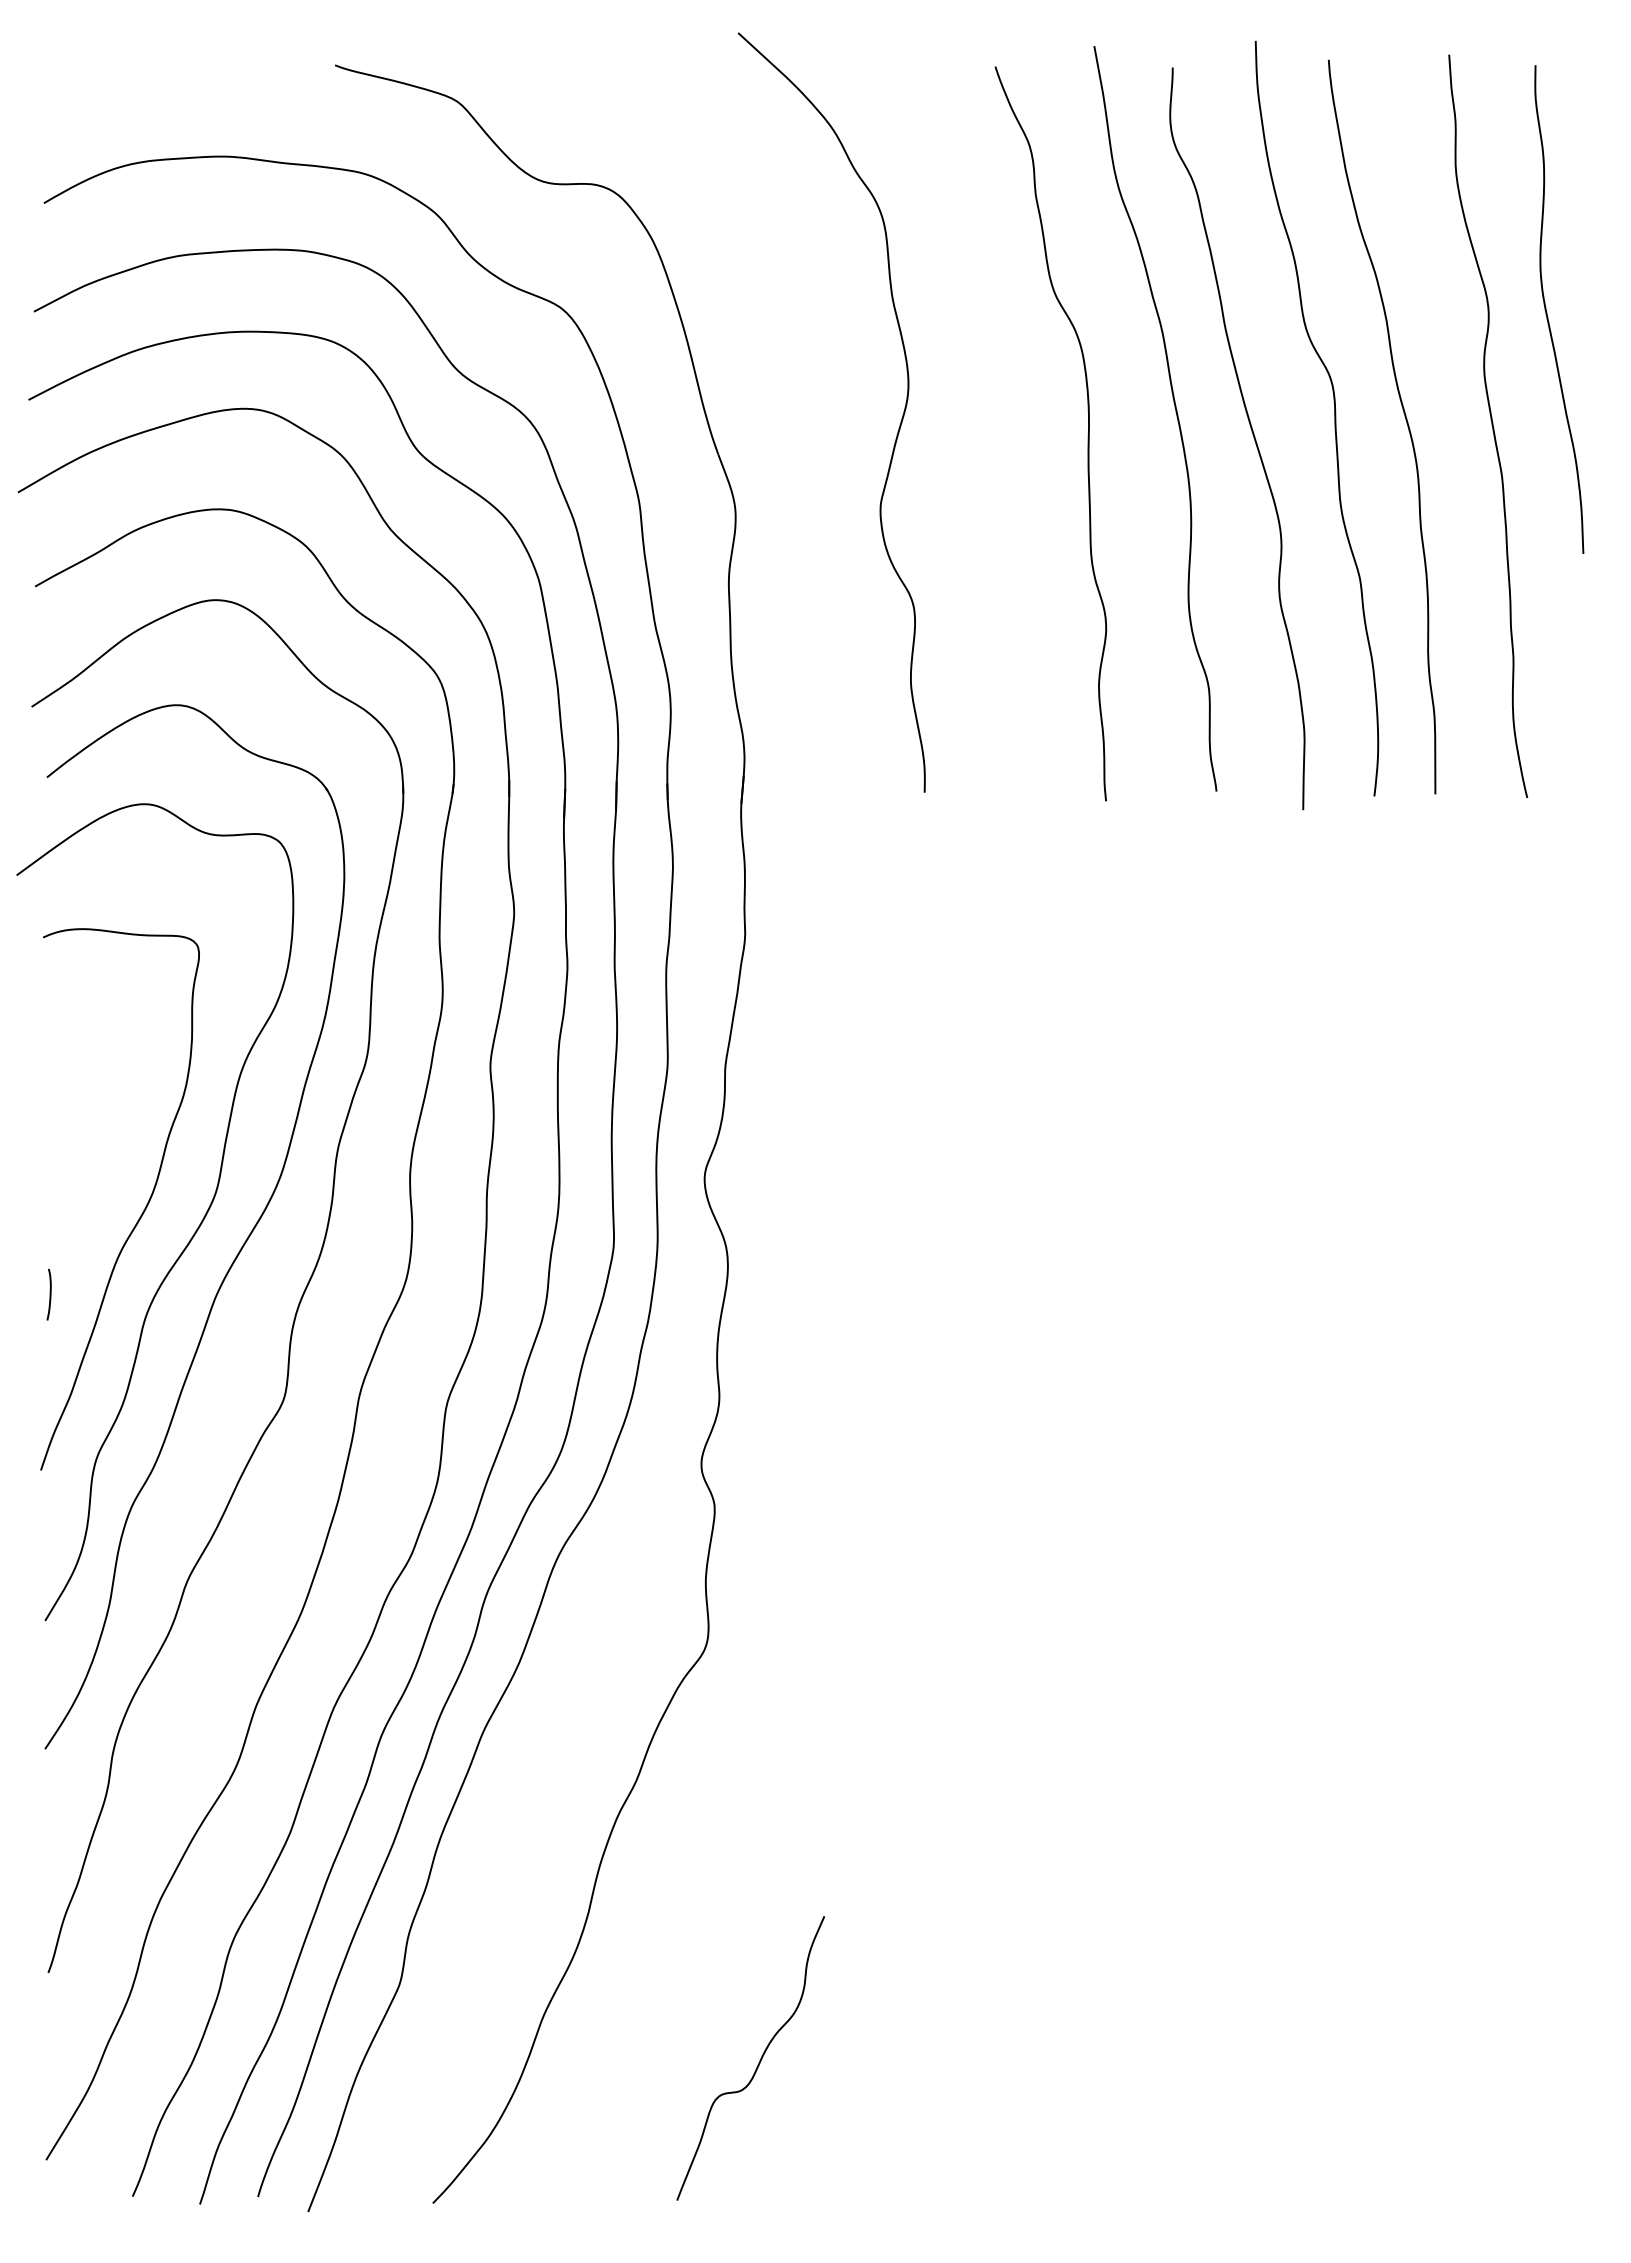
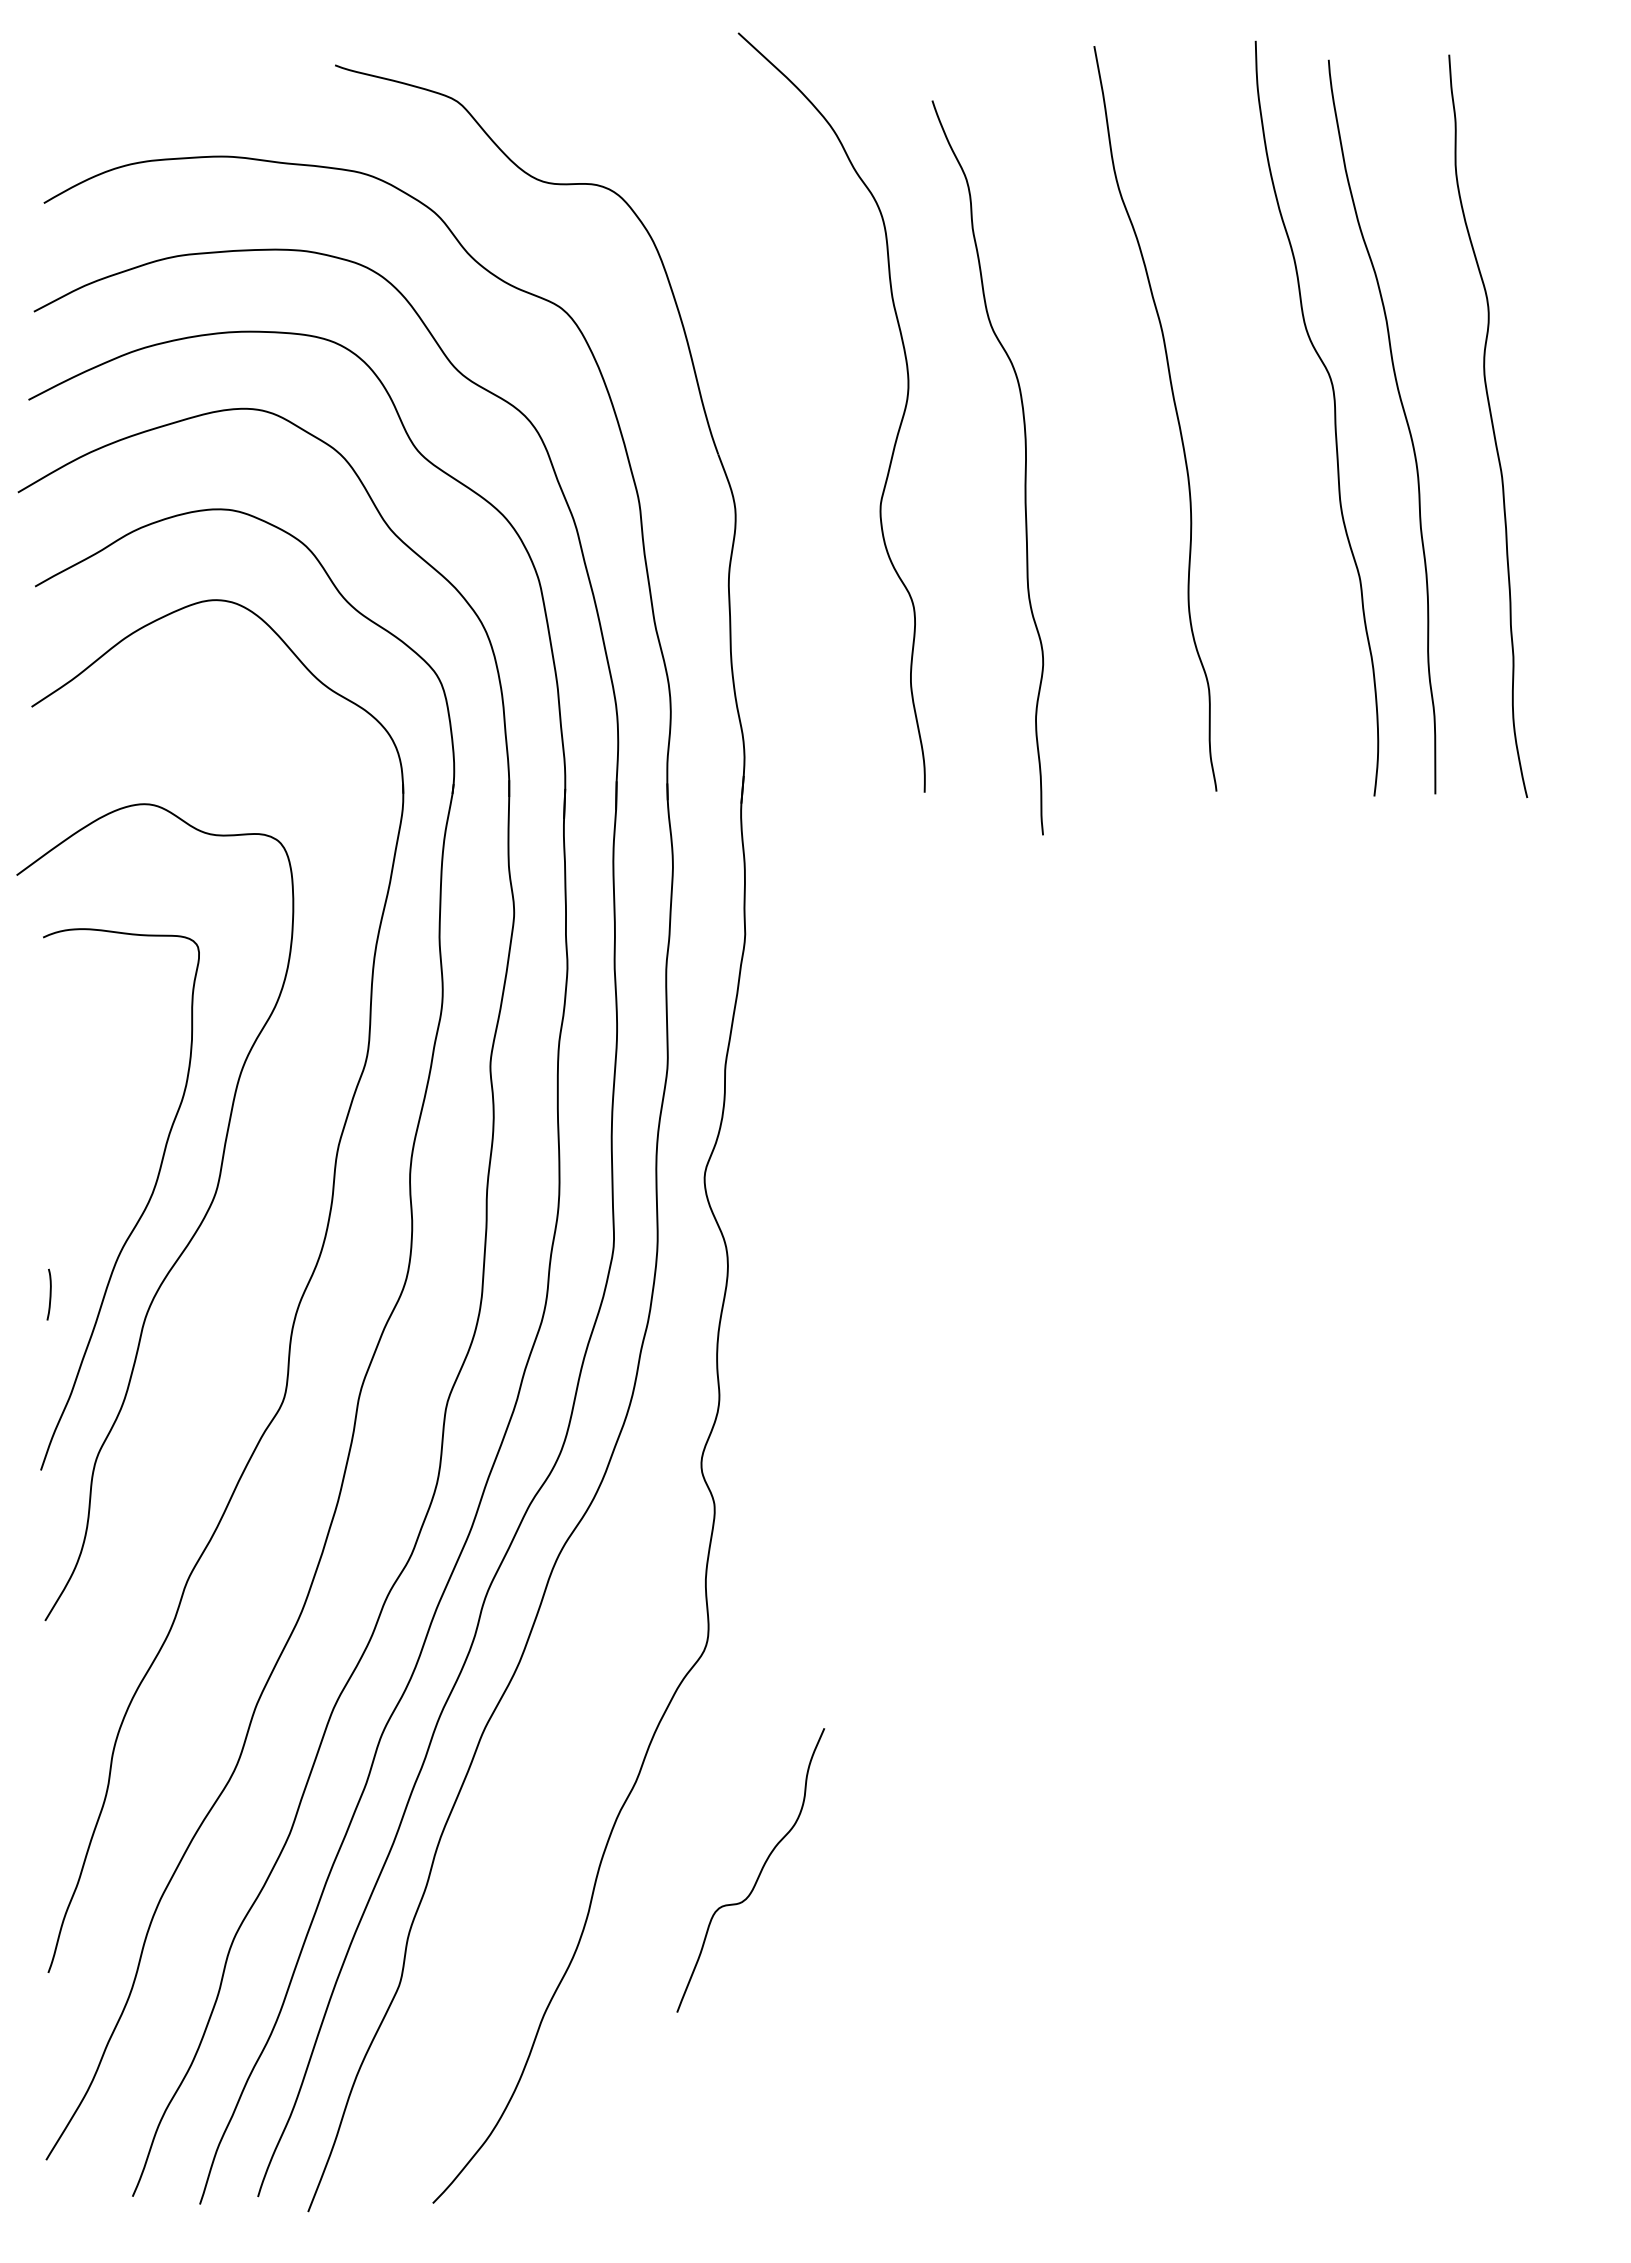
curve at (1547, 312): present -> none
curve at (1252, 434): present -> none
curve at (1087, 435) position: (1087, 435) -> (1024, 469)
part at (237, 1253): present -> none
curve at (758, 2062) position: (758, 2062) -> (758, 1874)
